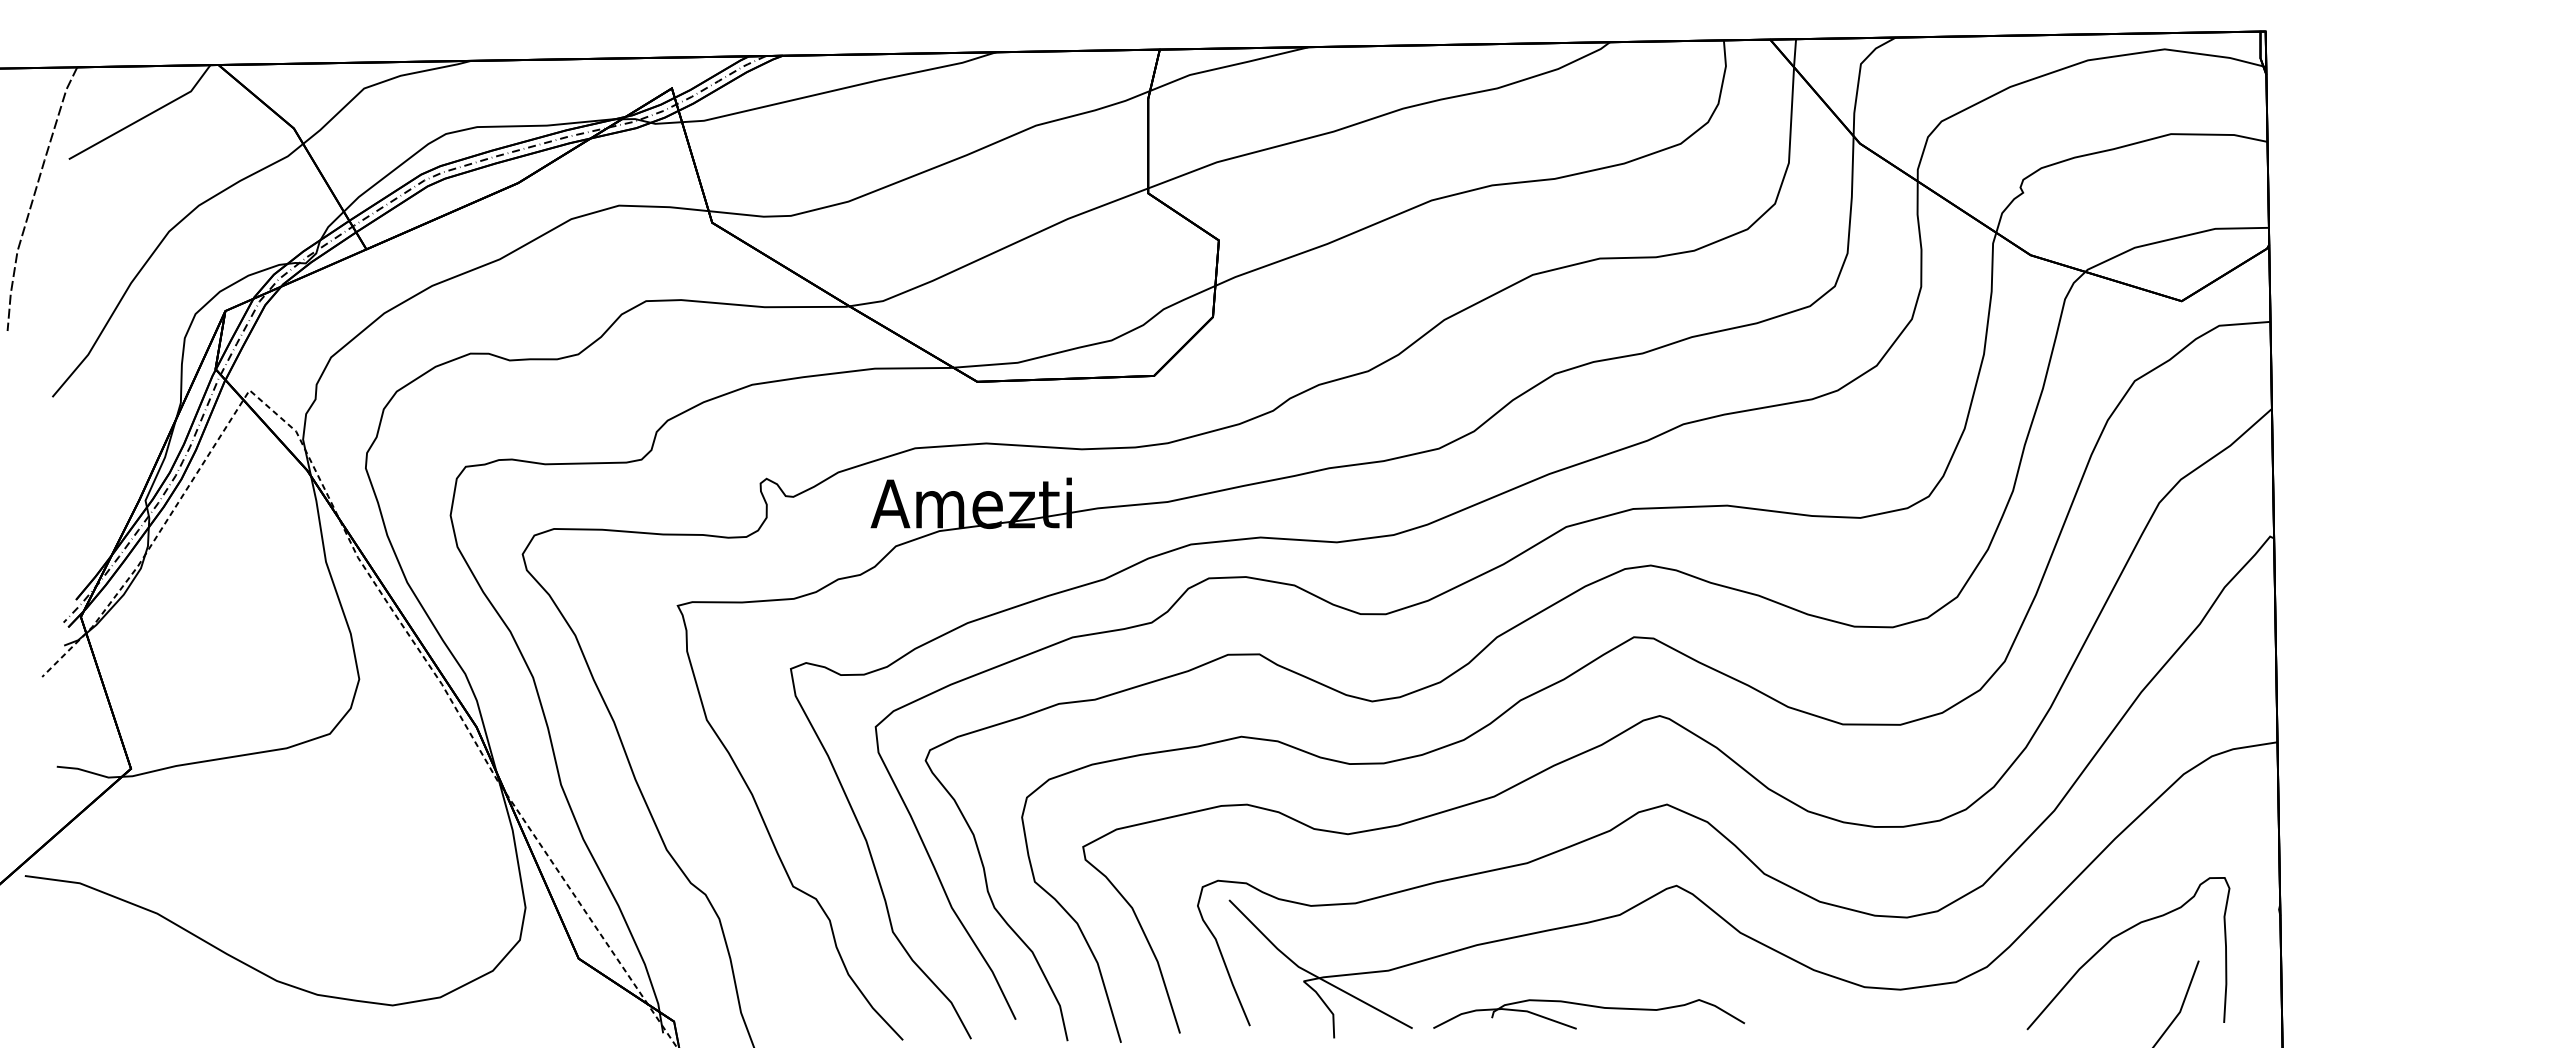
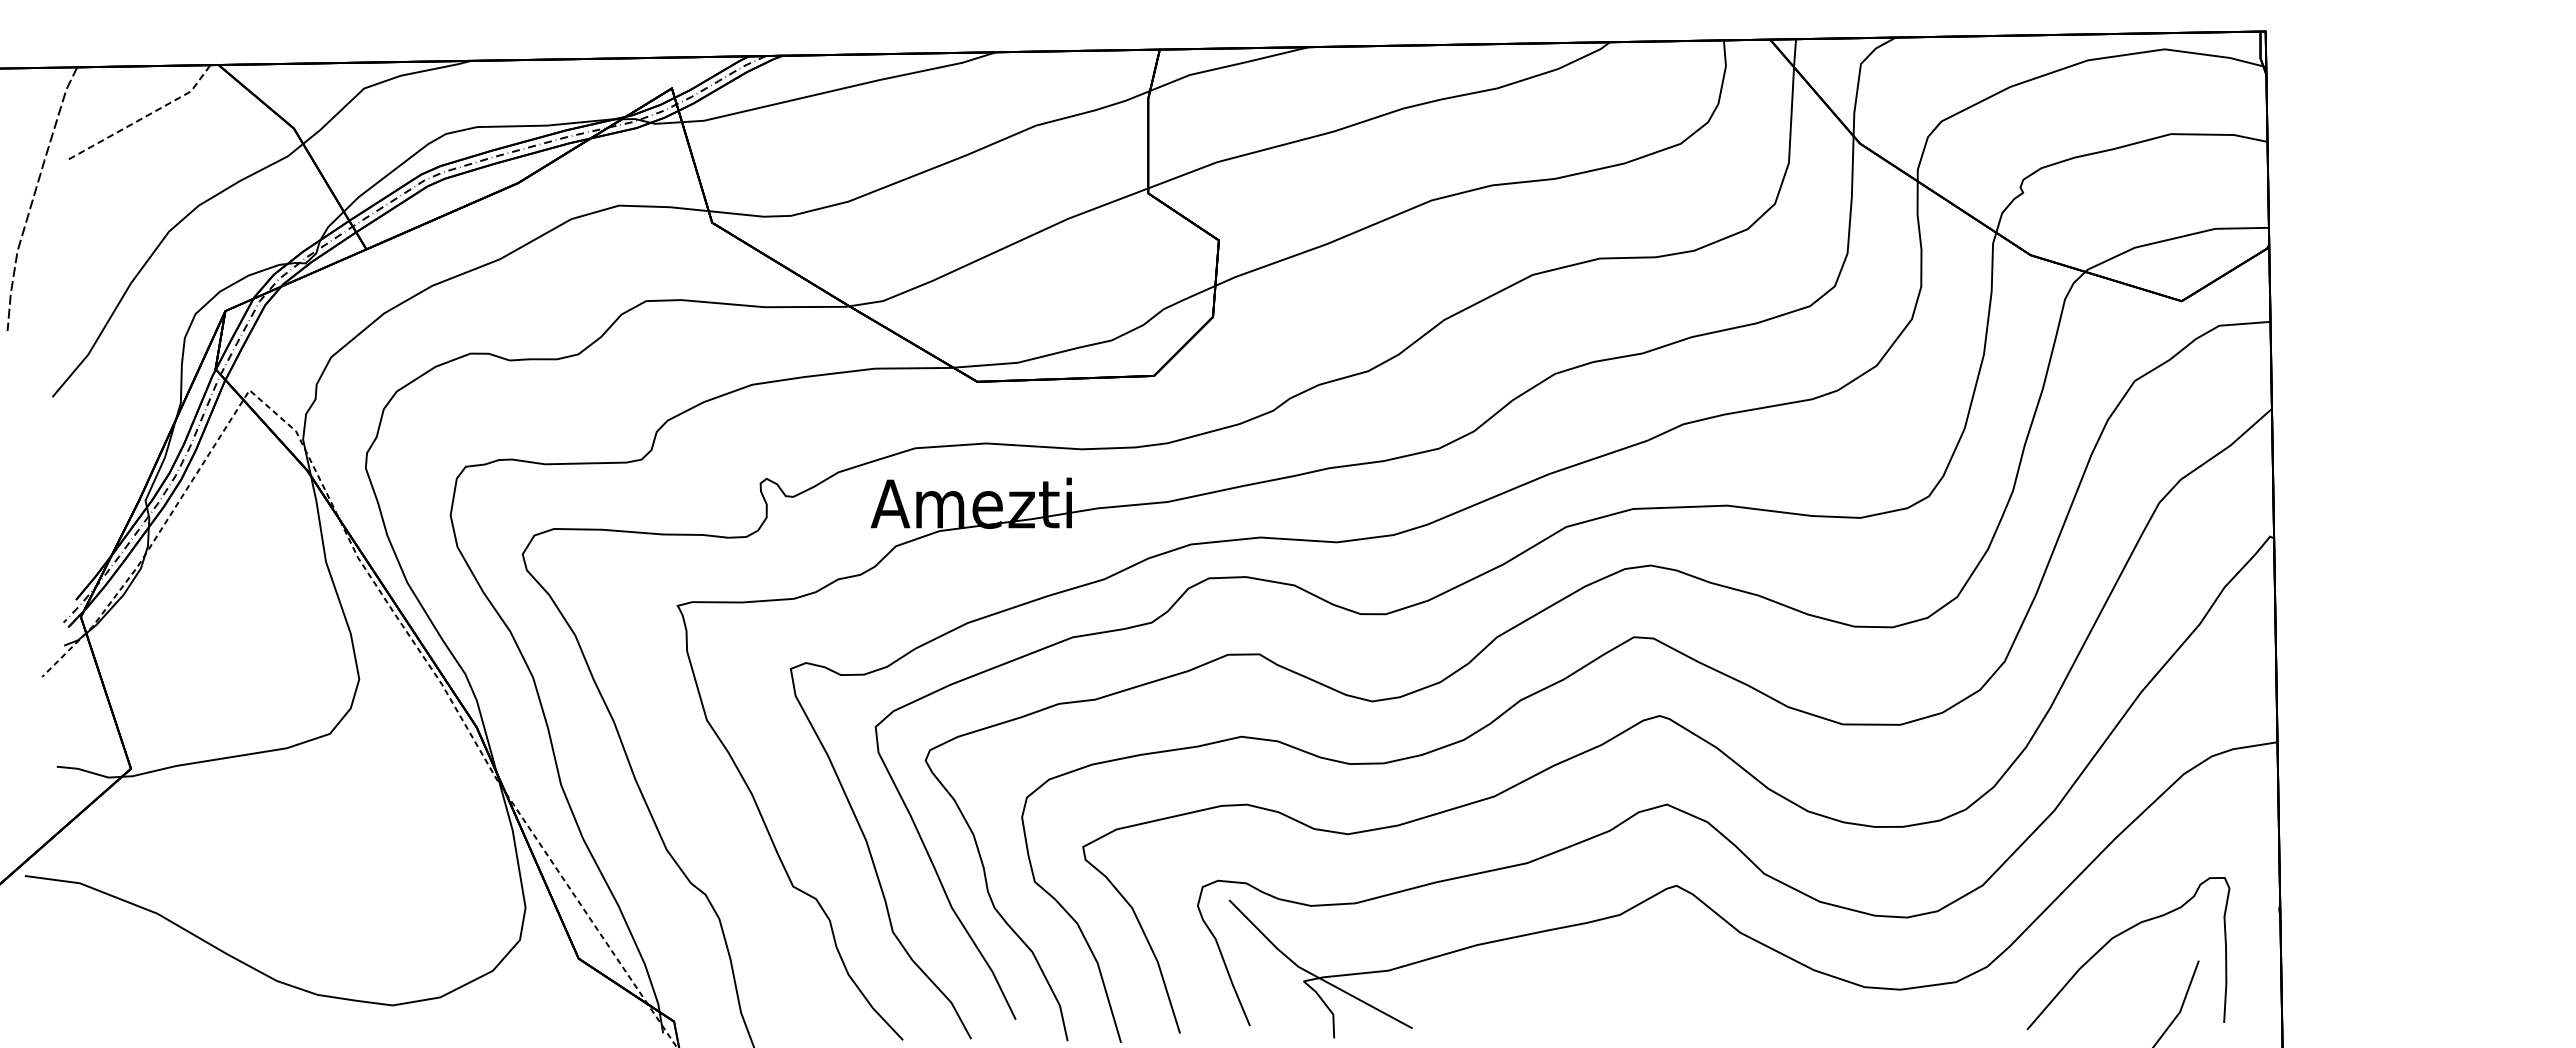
line at (144, 117): solid -> dashed
part at (1589, 1006): present -> none
